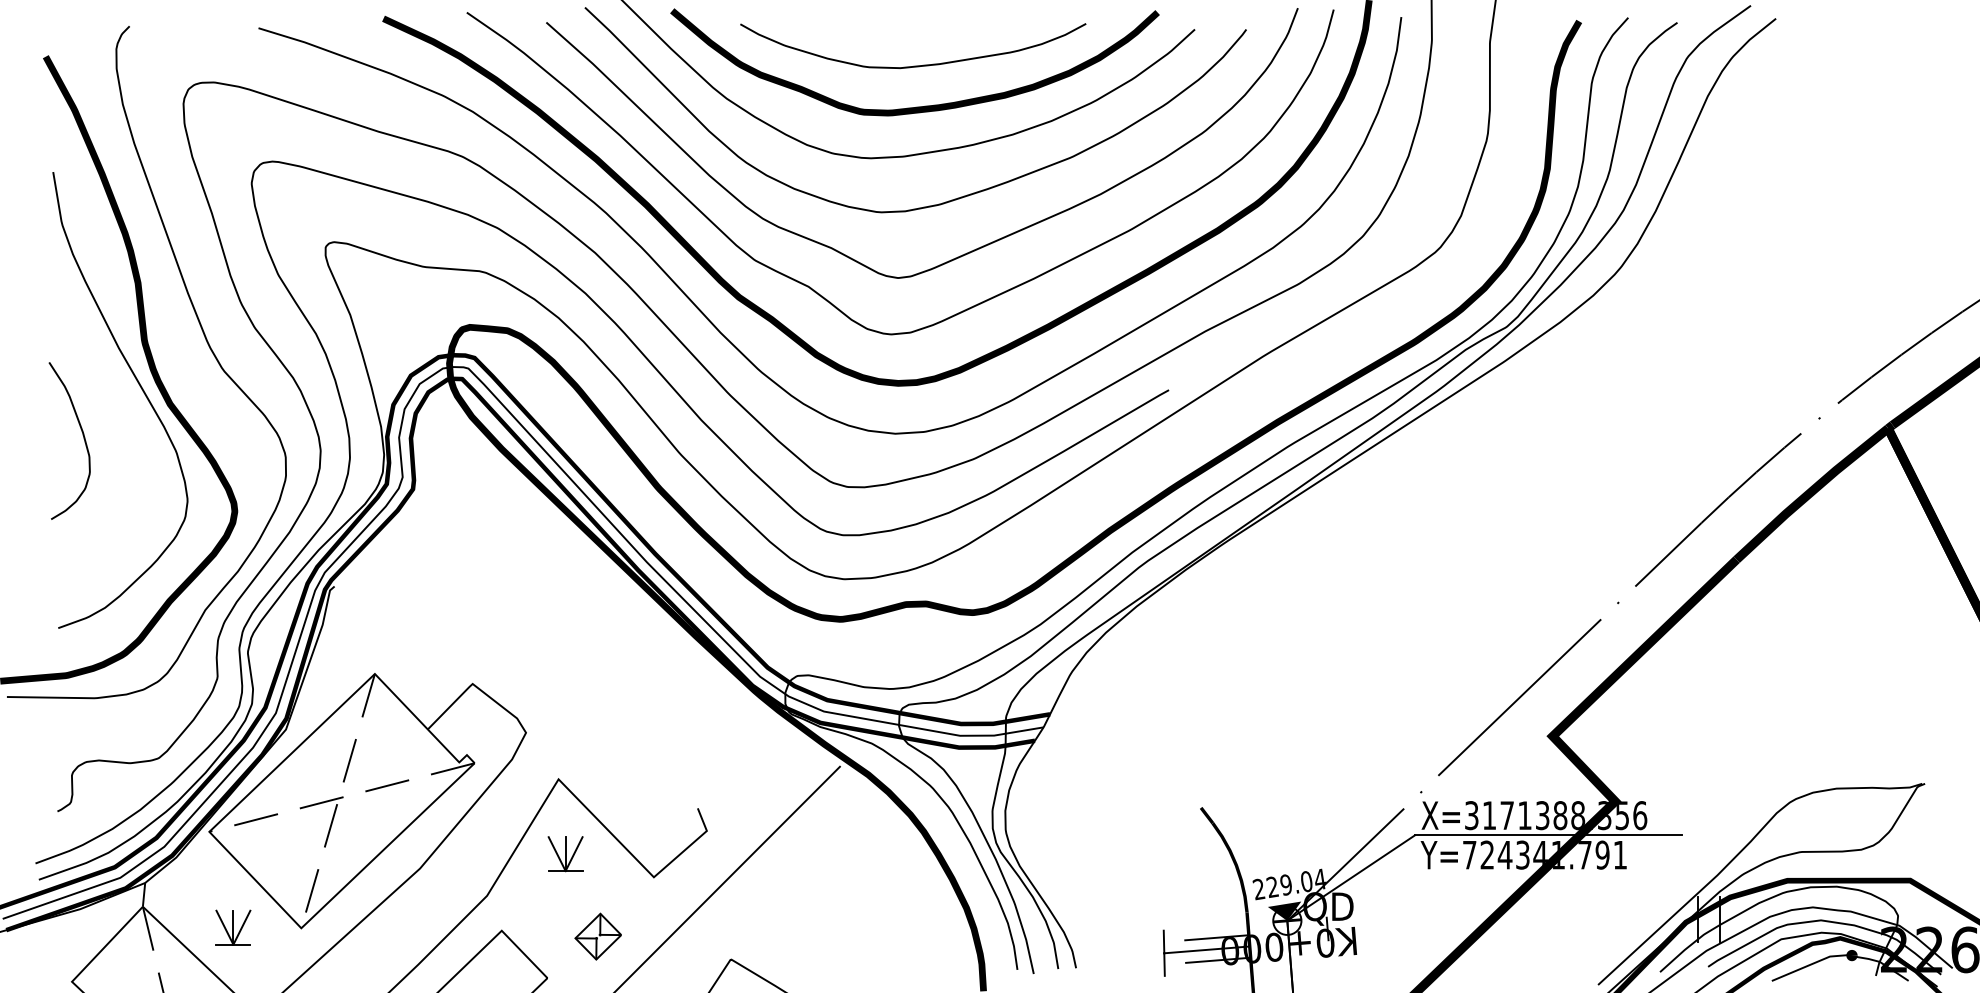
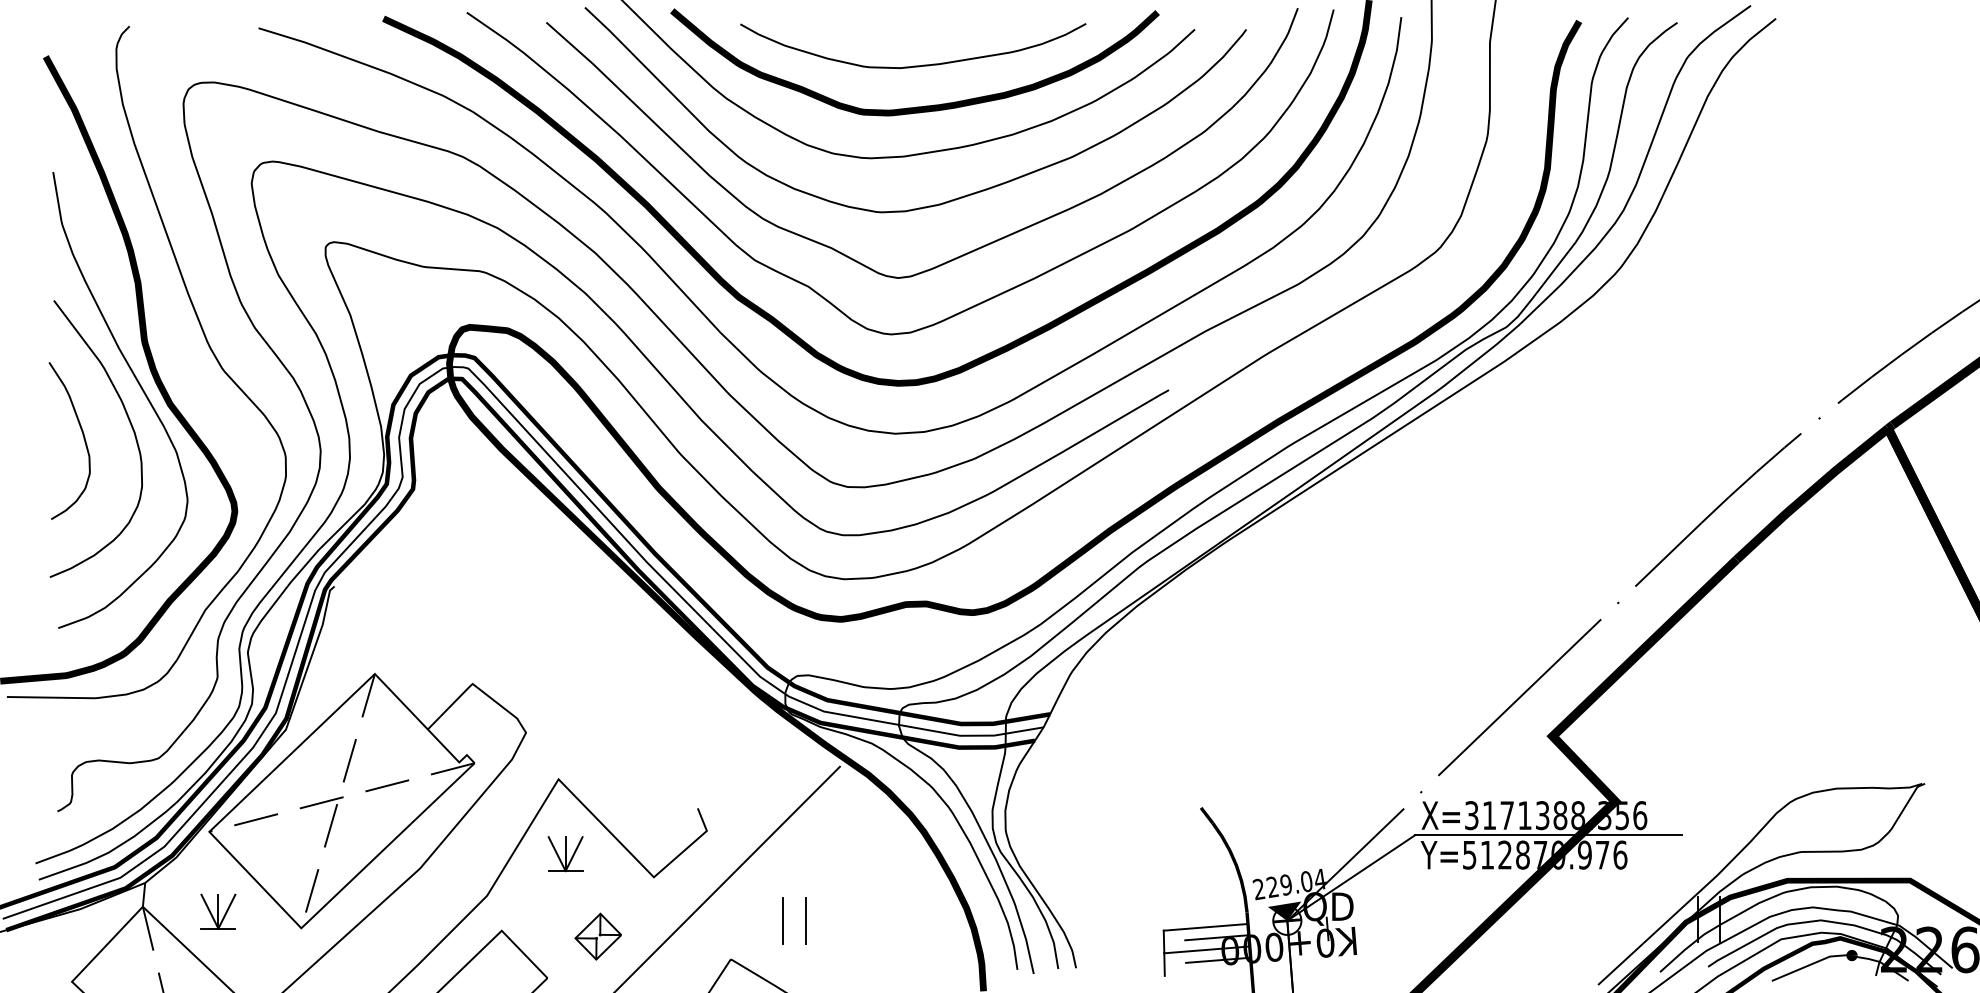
curve at (130, 425): none -> present
text at (1545, 854): Y=724341.791 -> Y=512870.976
line at (782, 920): none -> present
line at (805, 920): none -> present
line at (1205, 926): none -> present
part at (233, 927) position: (233, 927) -> (218, 911)
